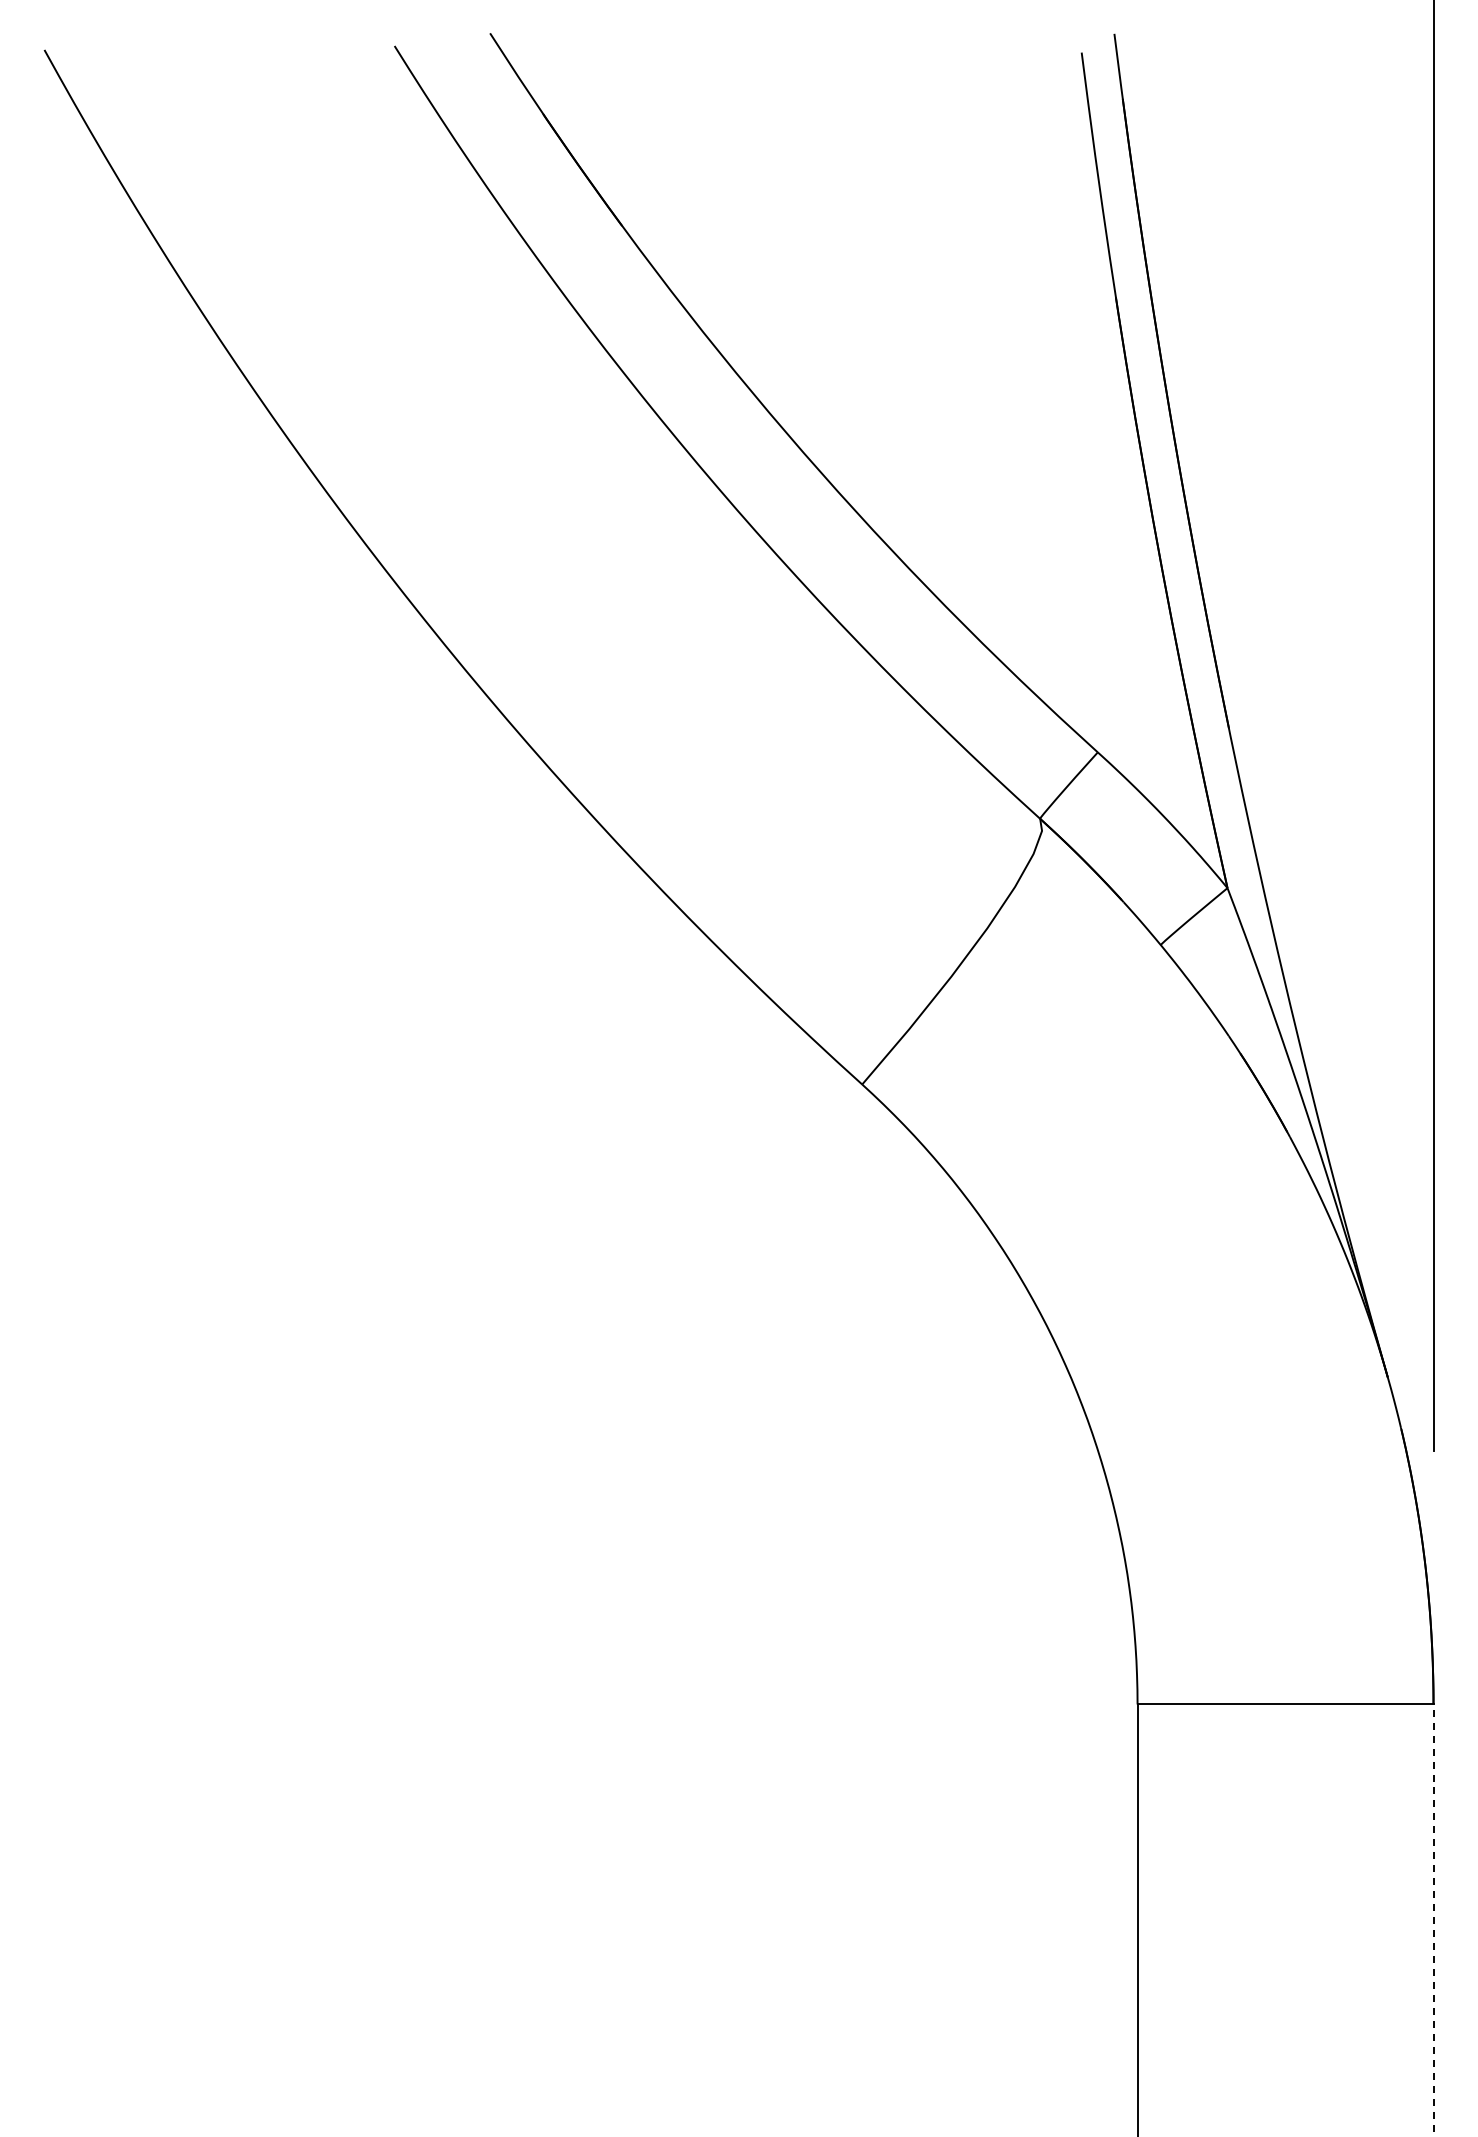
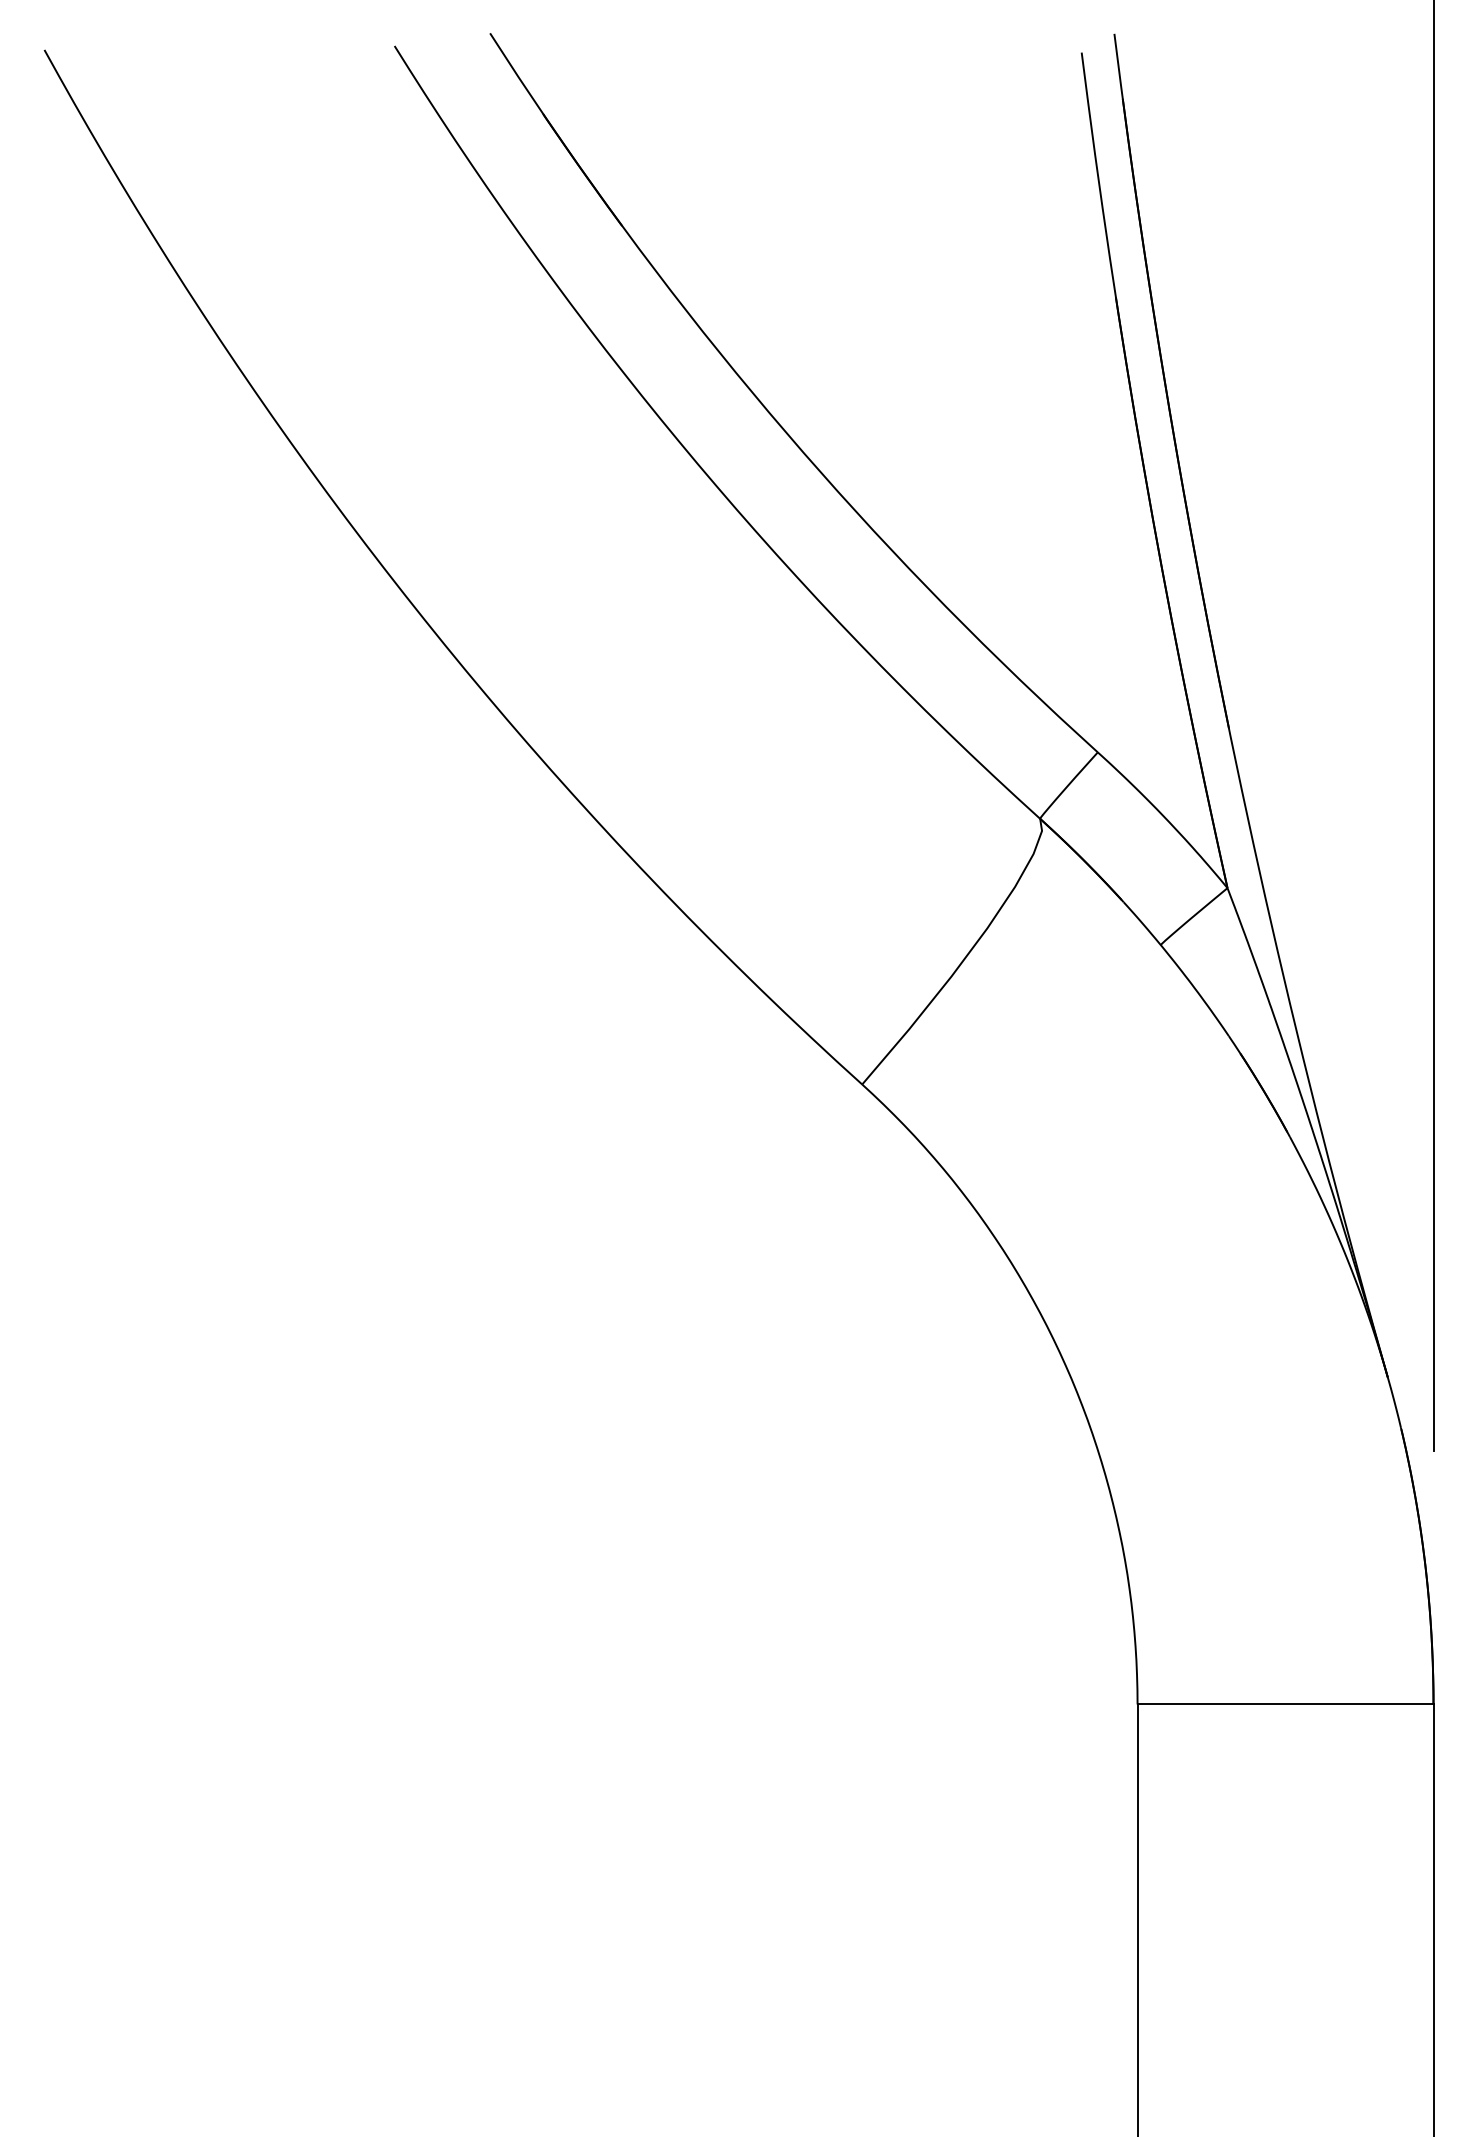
line at (1433, 1920): dashed -> solid
